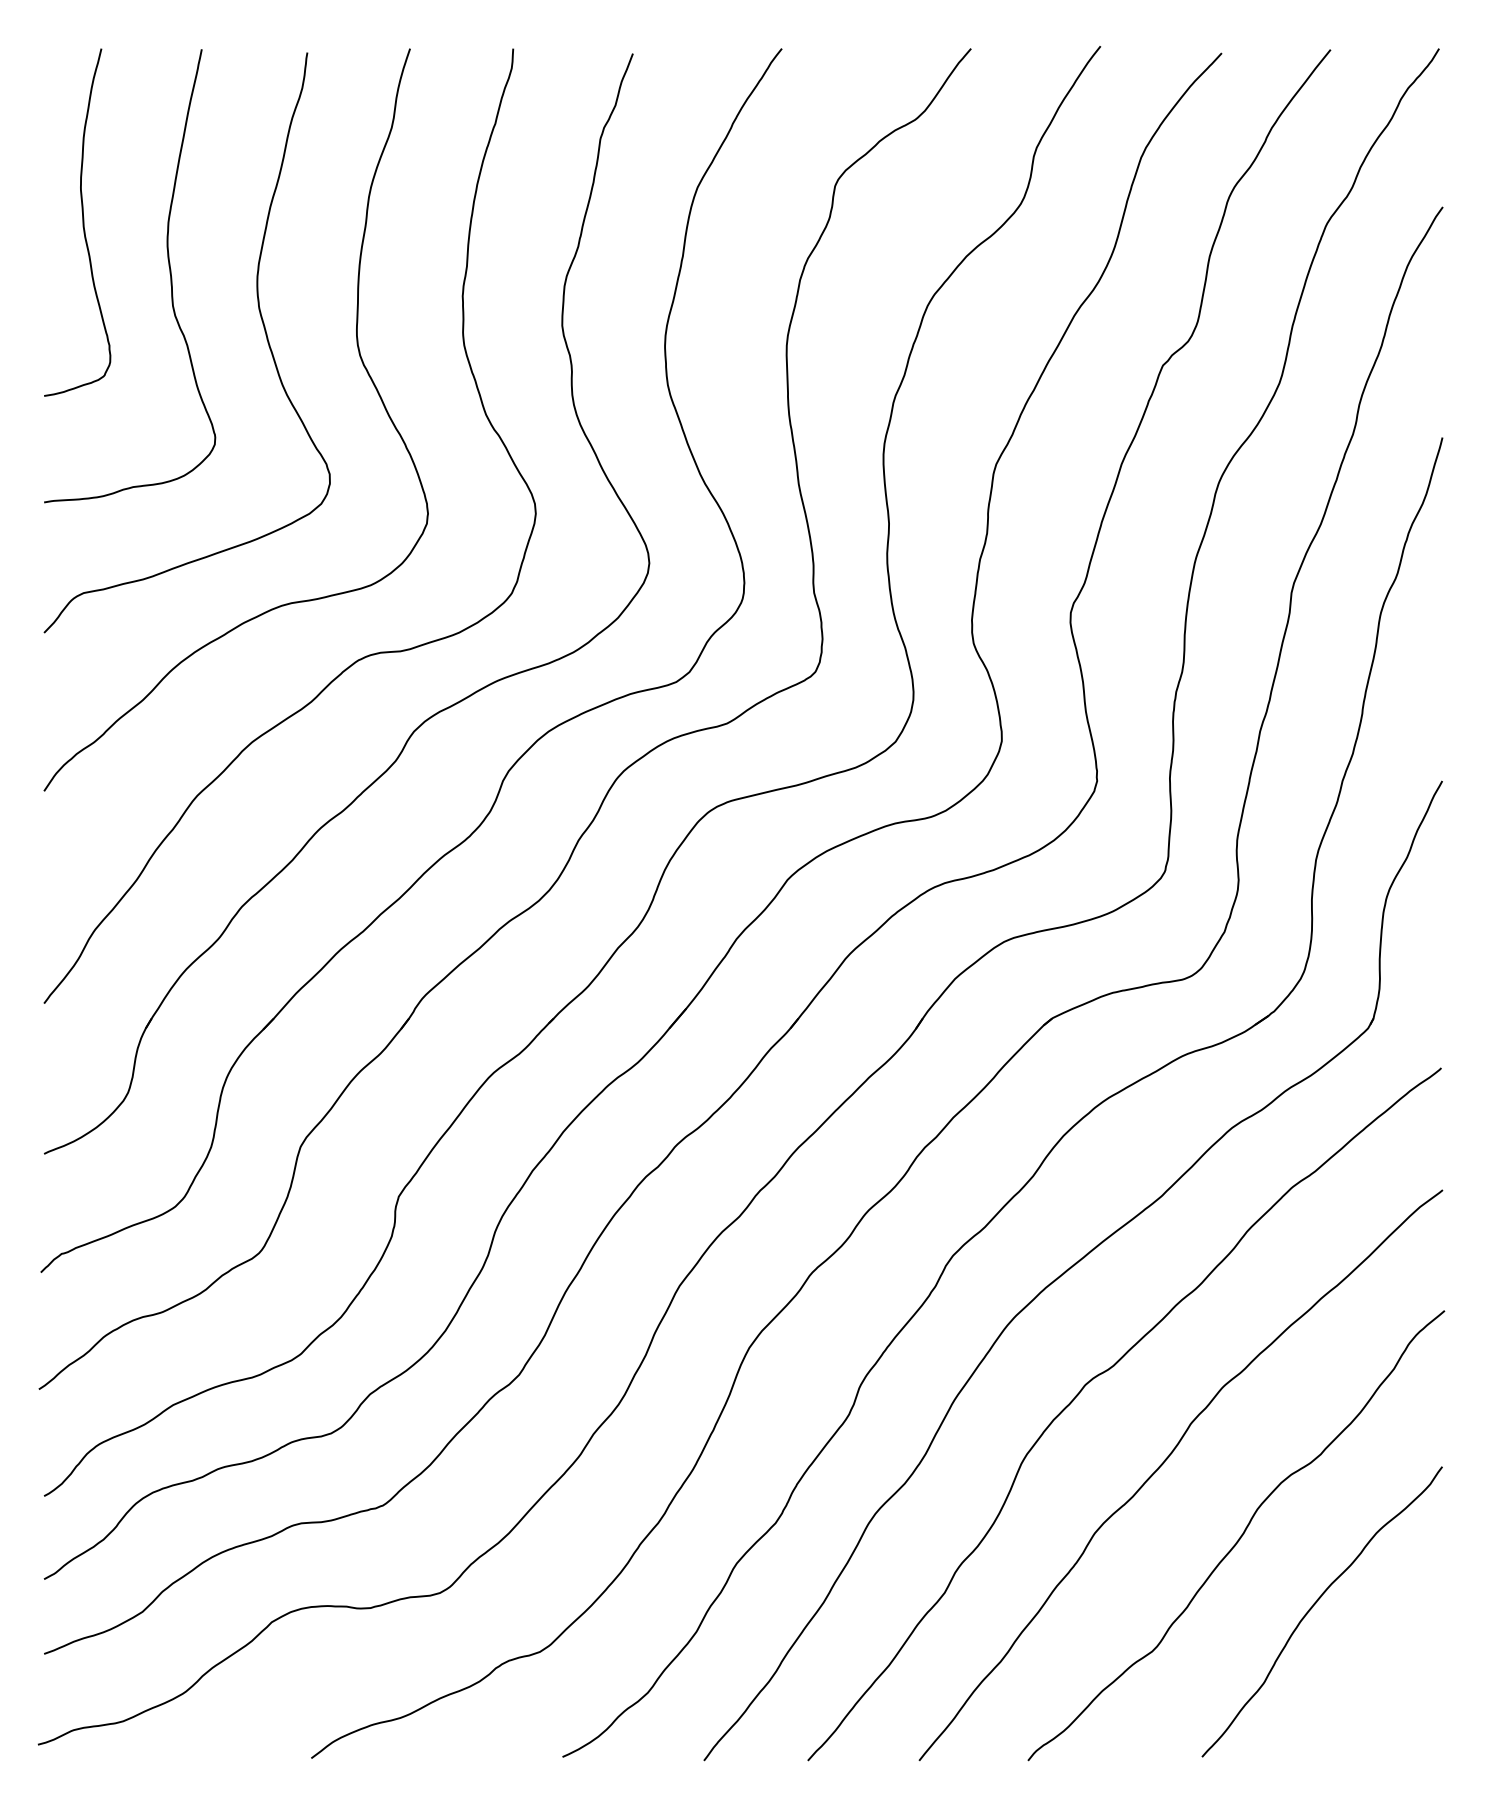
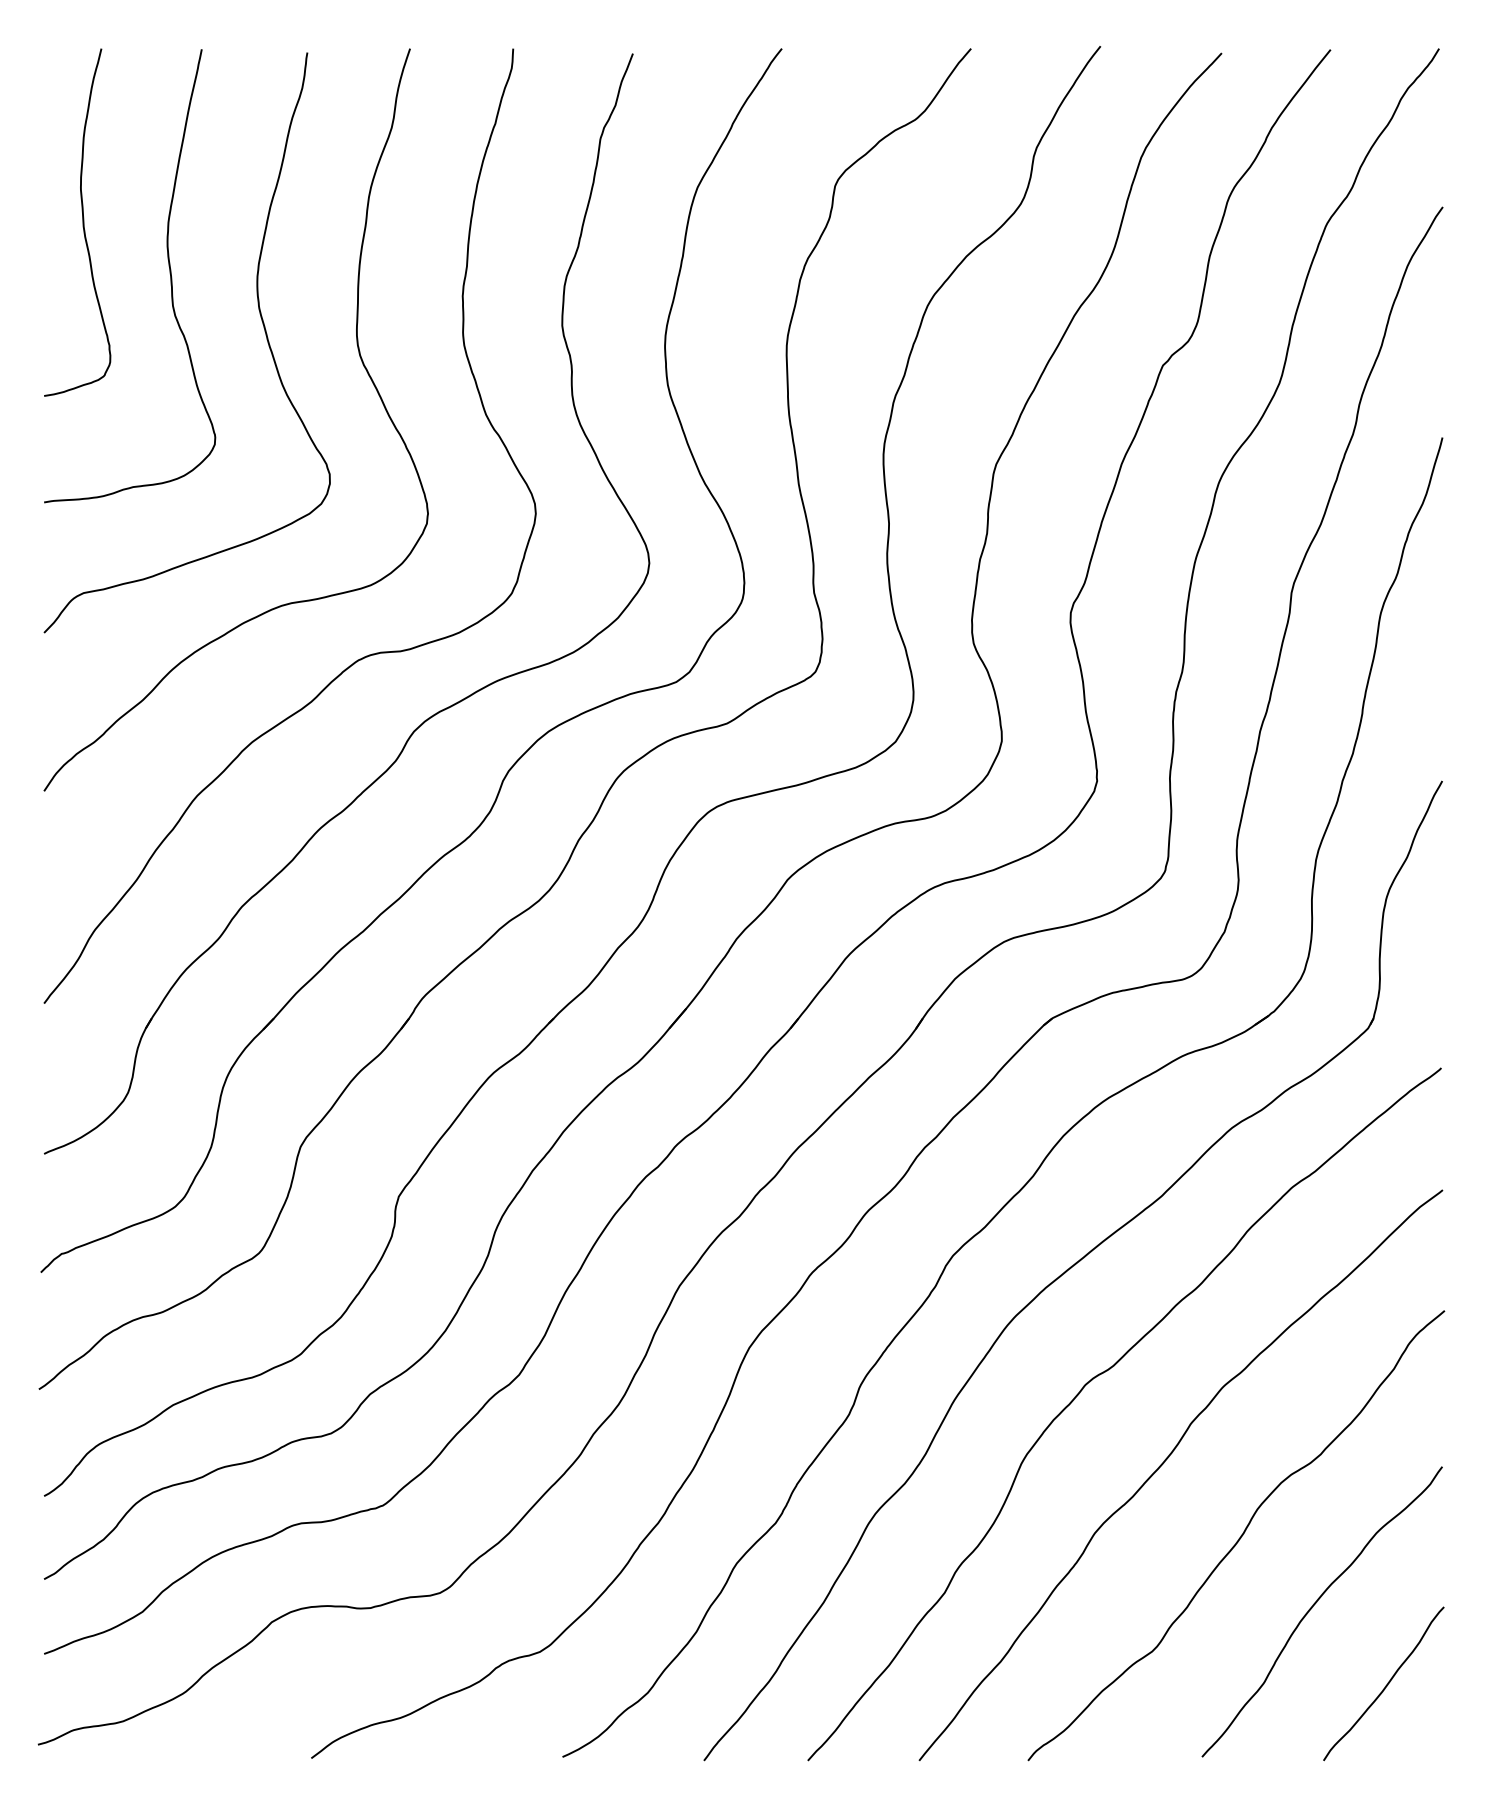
curve at (1385, 1685): none -> present
